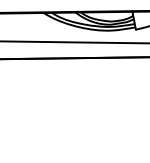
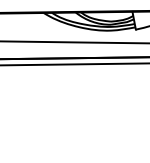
line at (74, 64): none -> present
